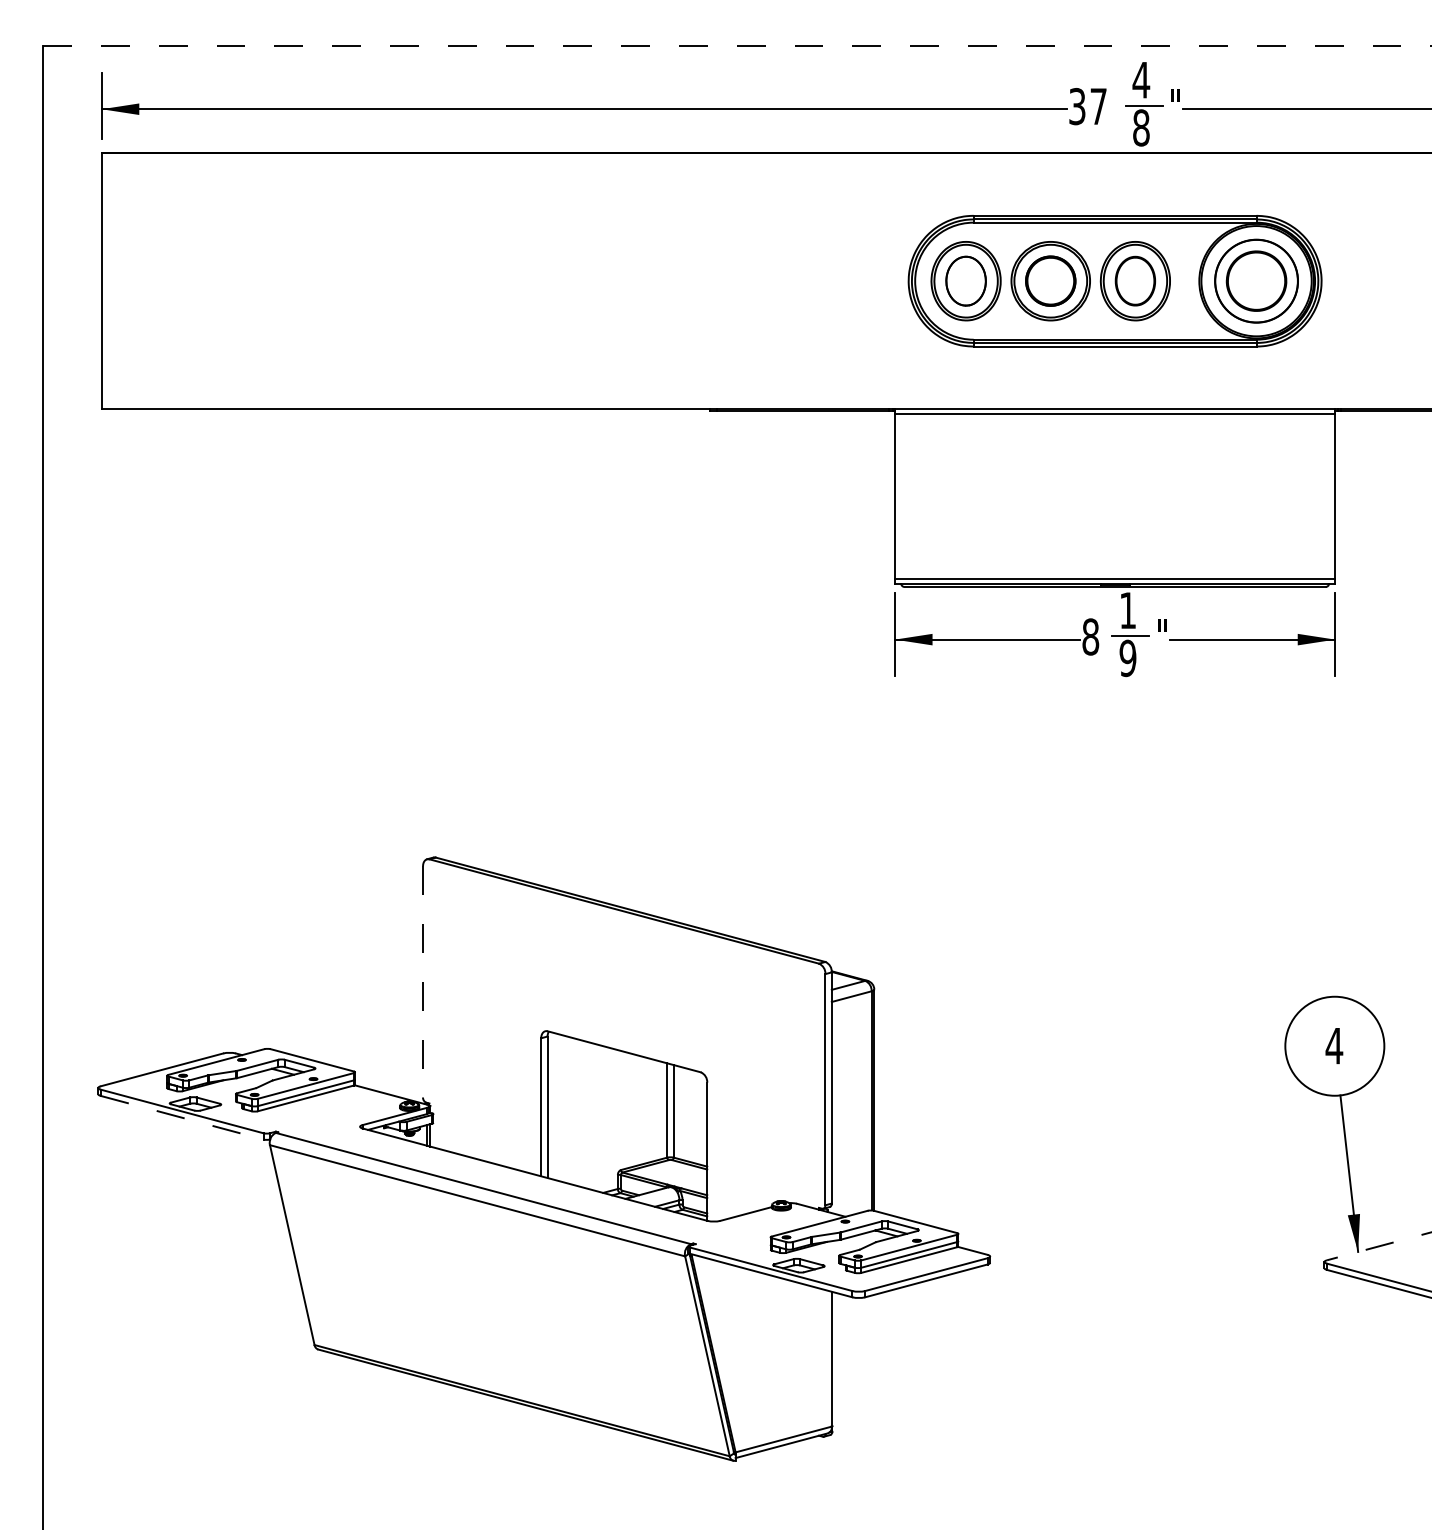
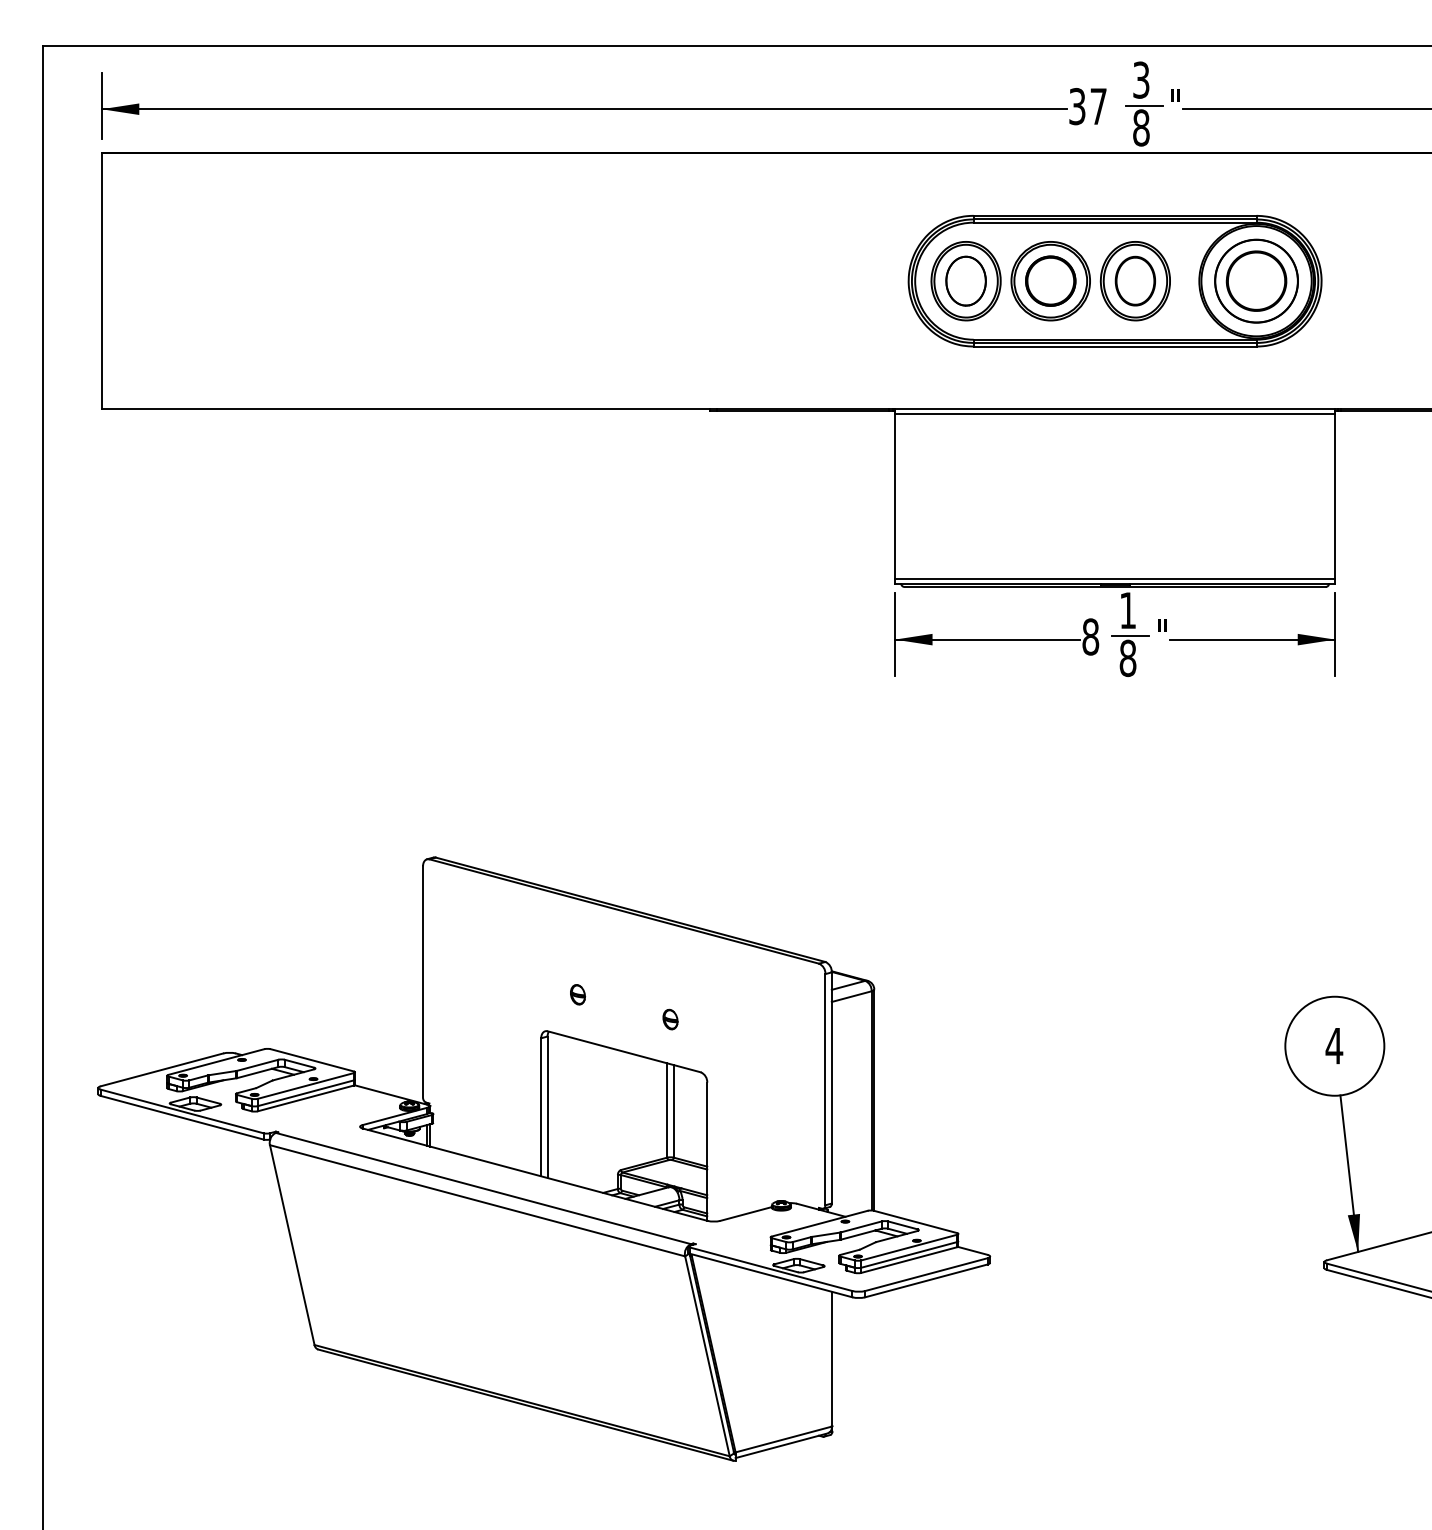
line at (737, 45): dashed -> solid
text at (1141, 79): 4 -> 3
text at (1127, 658): 9 -> 8
line at (423, 981): dashed -> solid
part at (577, 994): none -> present
part at (670, 1019): none -> present
line at (182, 1117): dashed -> solid
line at (1379, 1246): dashed -> solid
